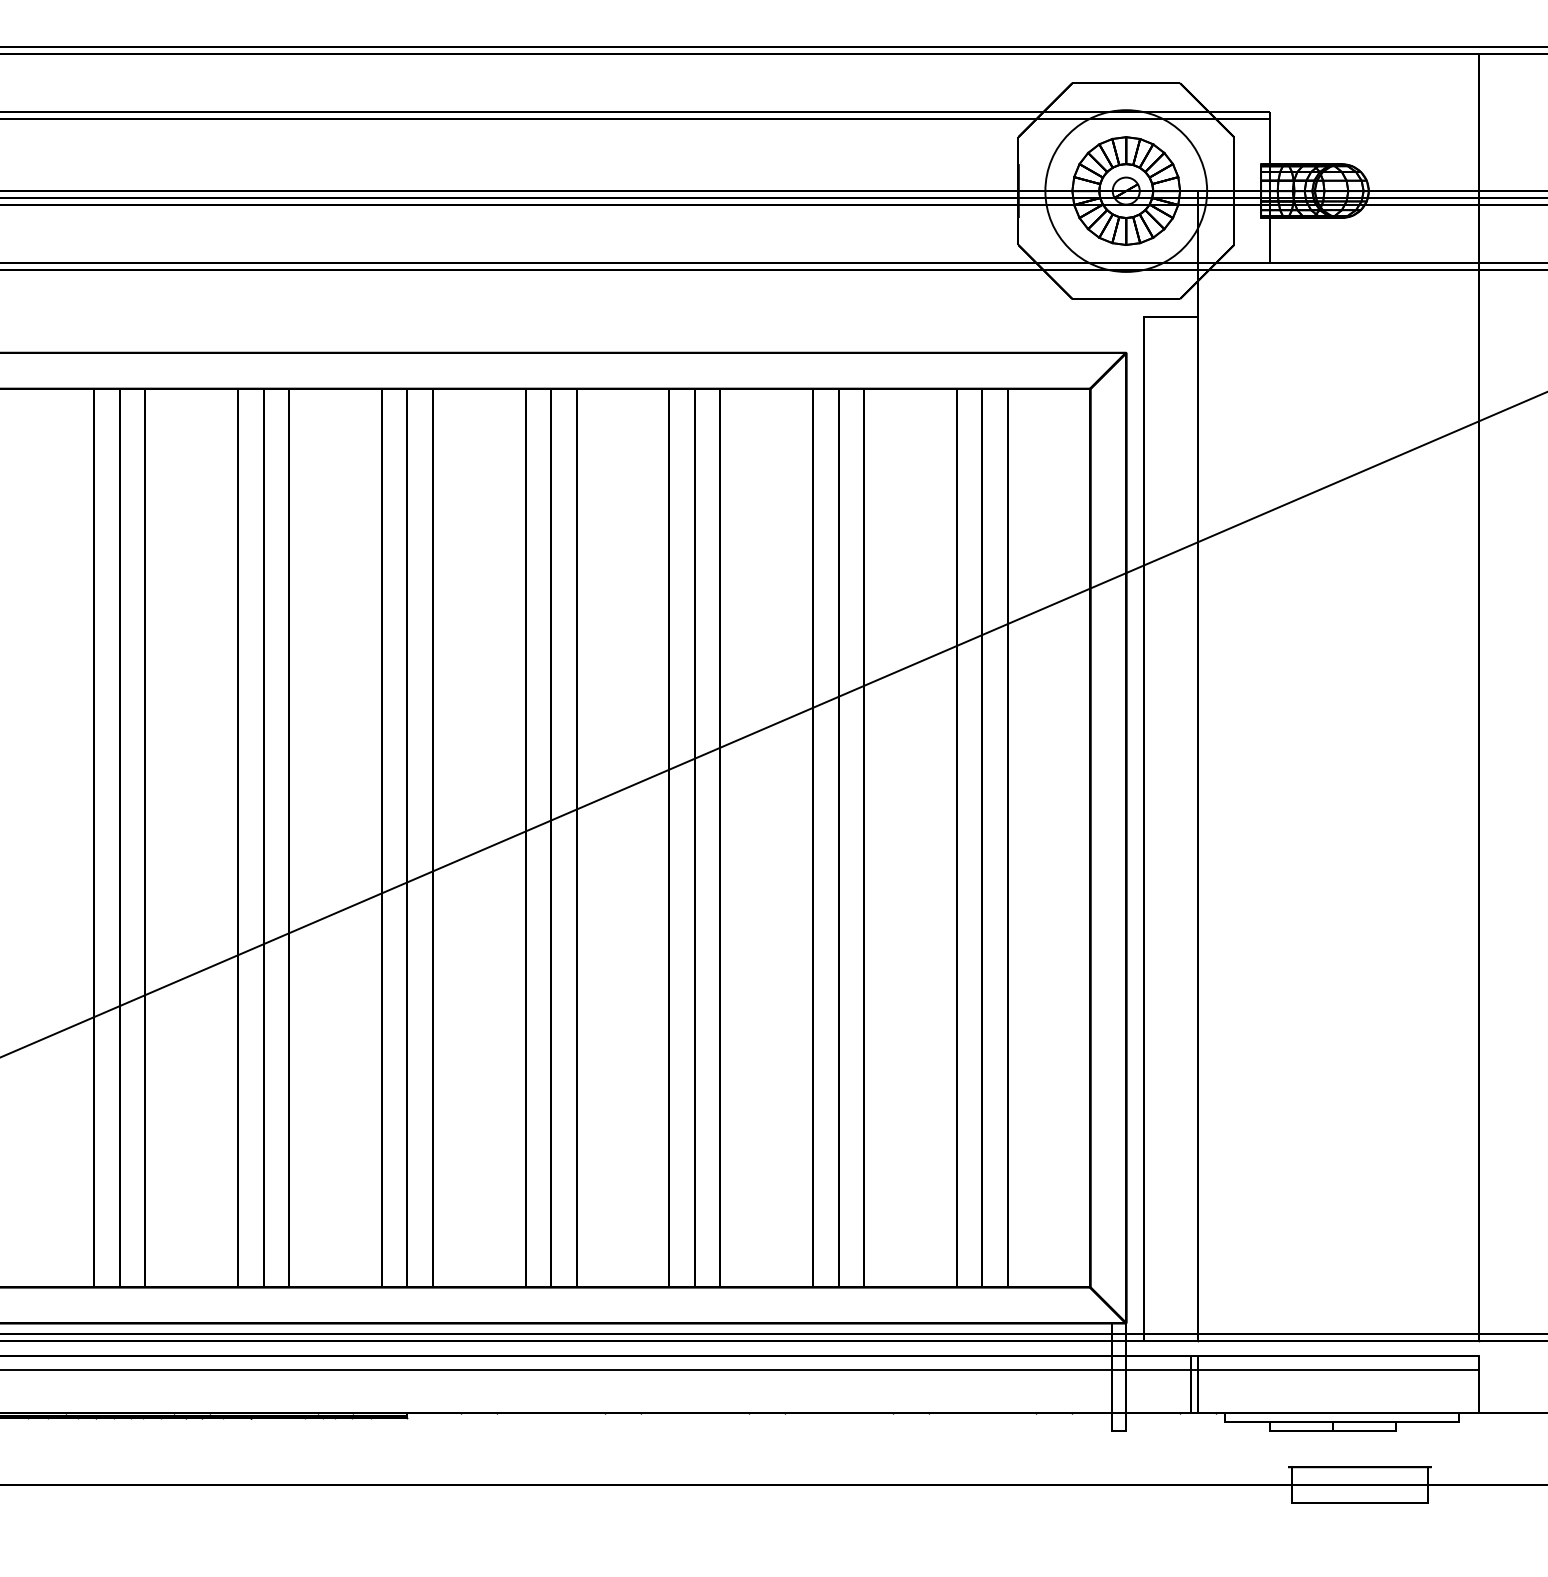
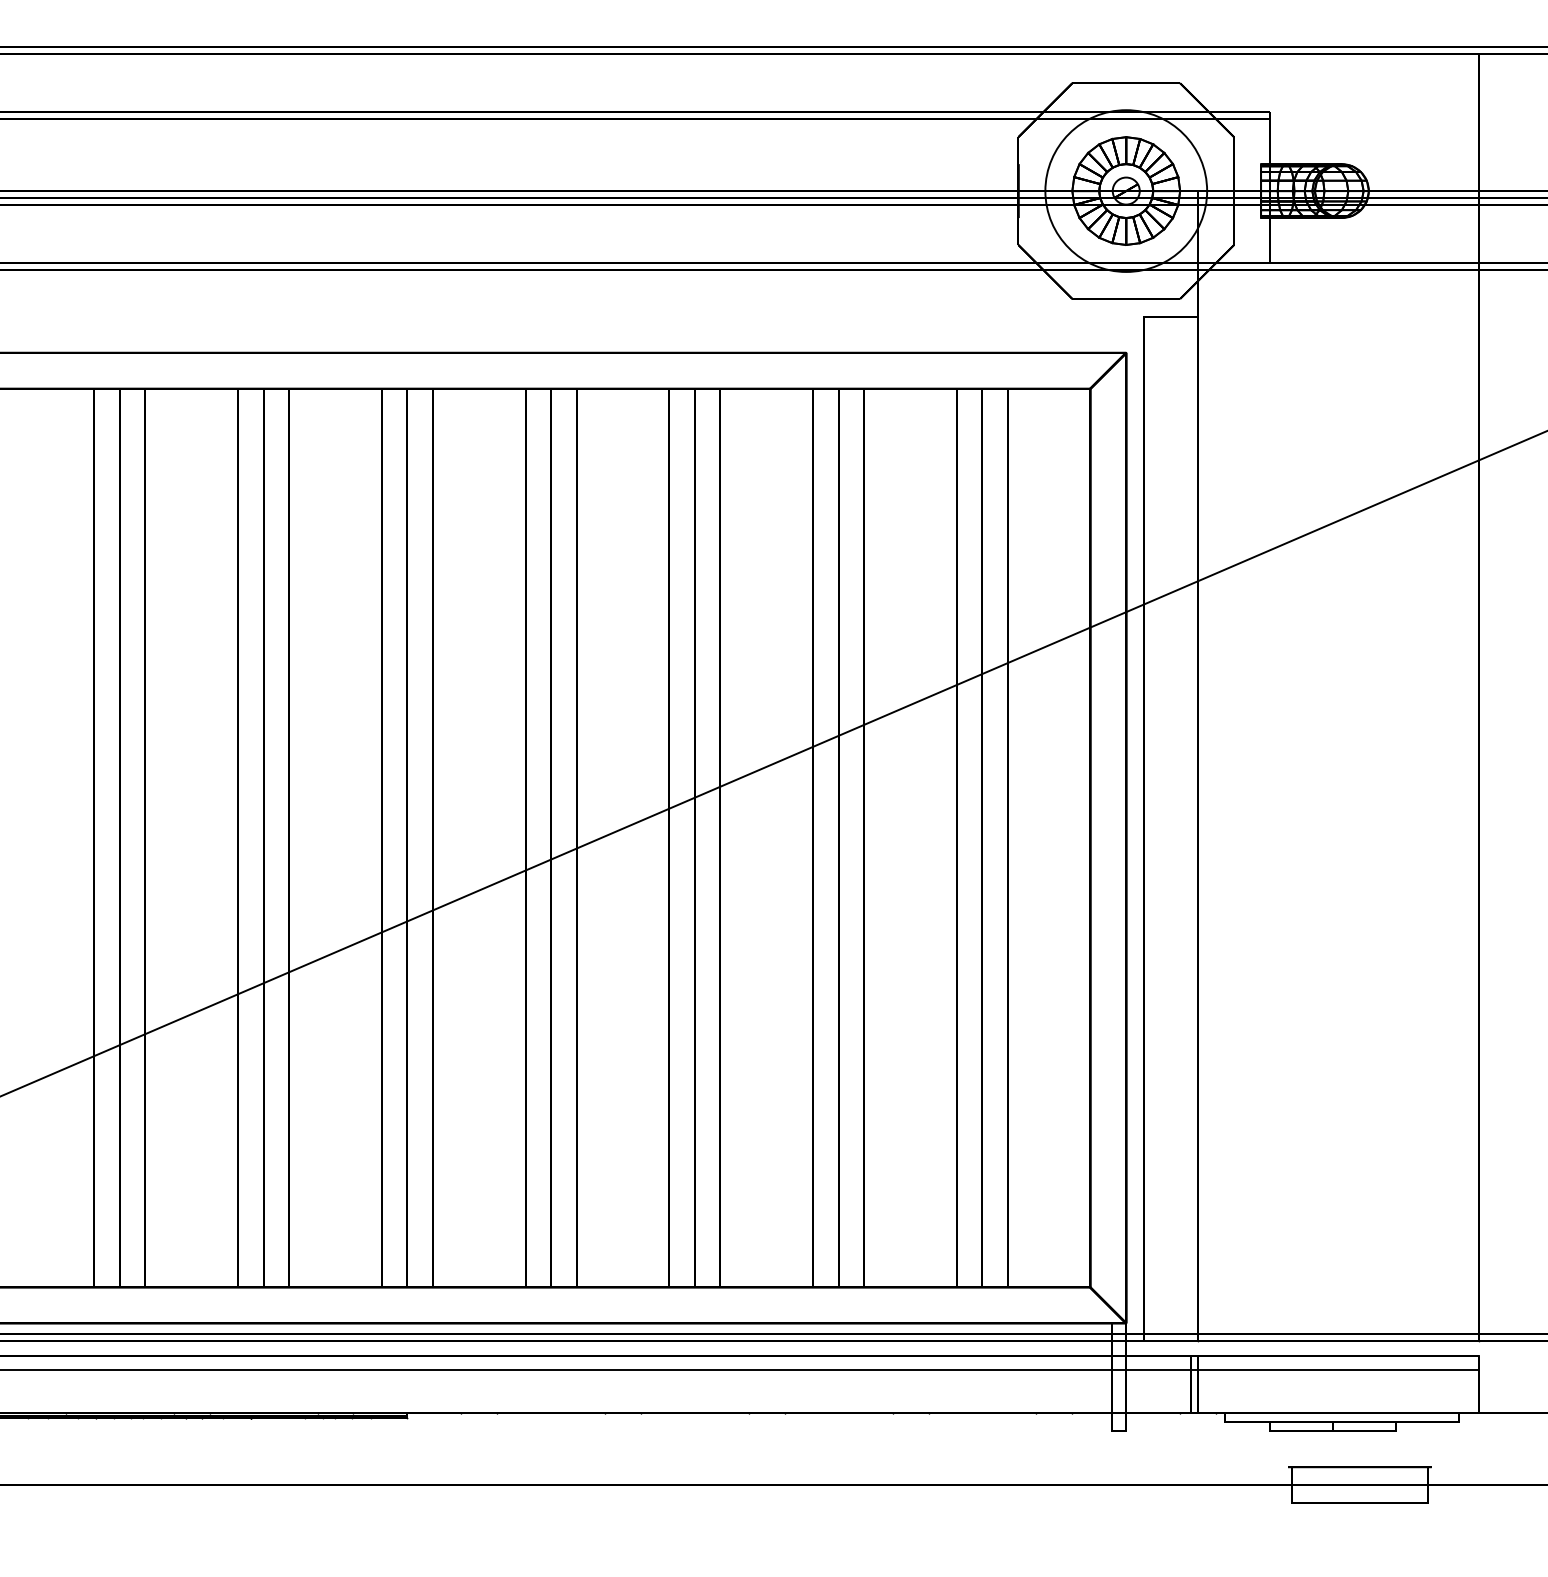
line at (773, 724) position: (773, 724) -> (773, 763)
